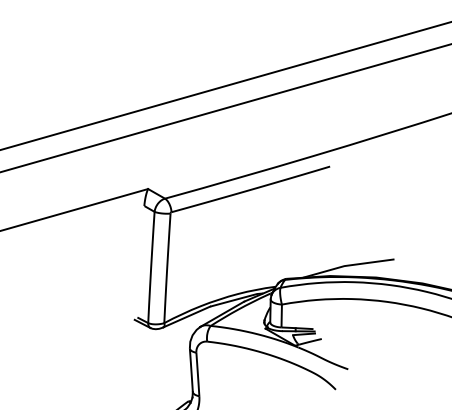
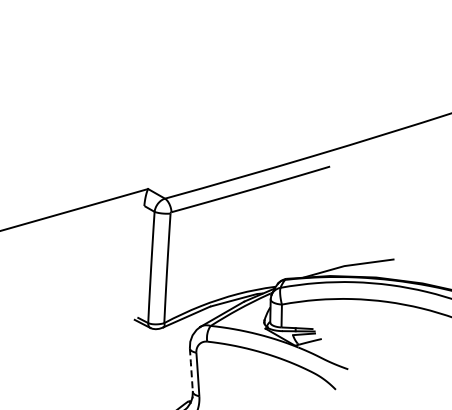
line at (225, 85): present -> none
line at (225, 108): present -> none
line at (191, 370): solid -> dashed
